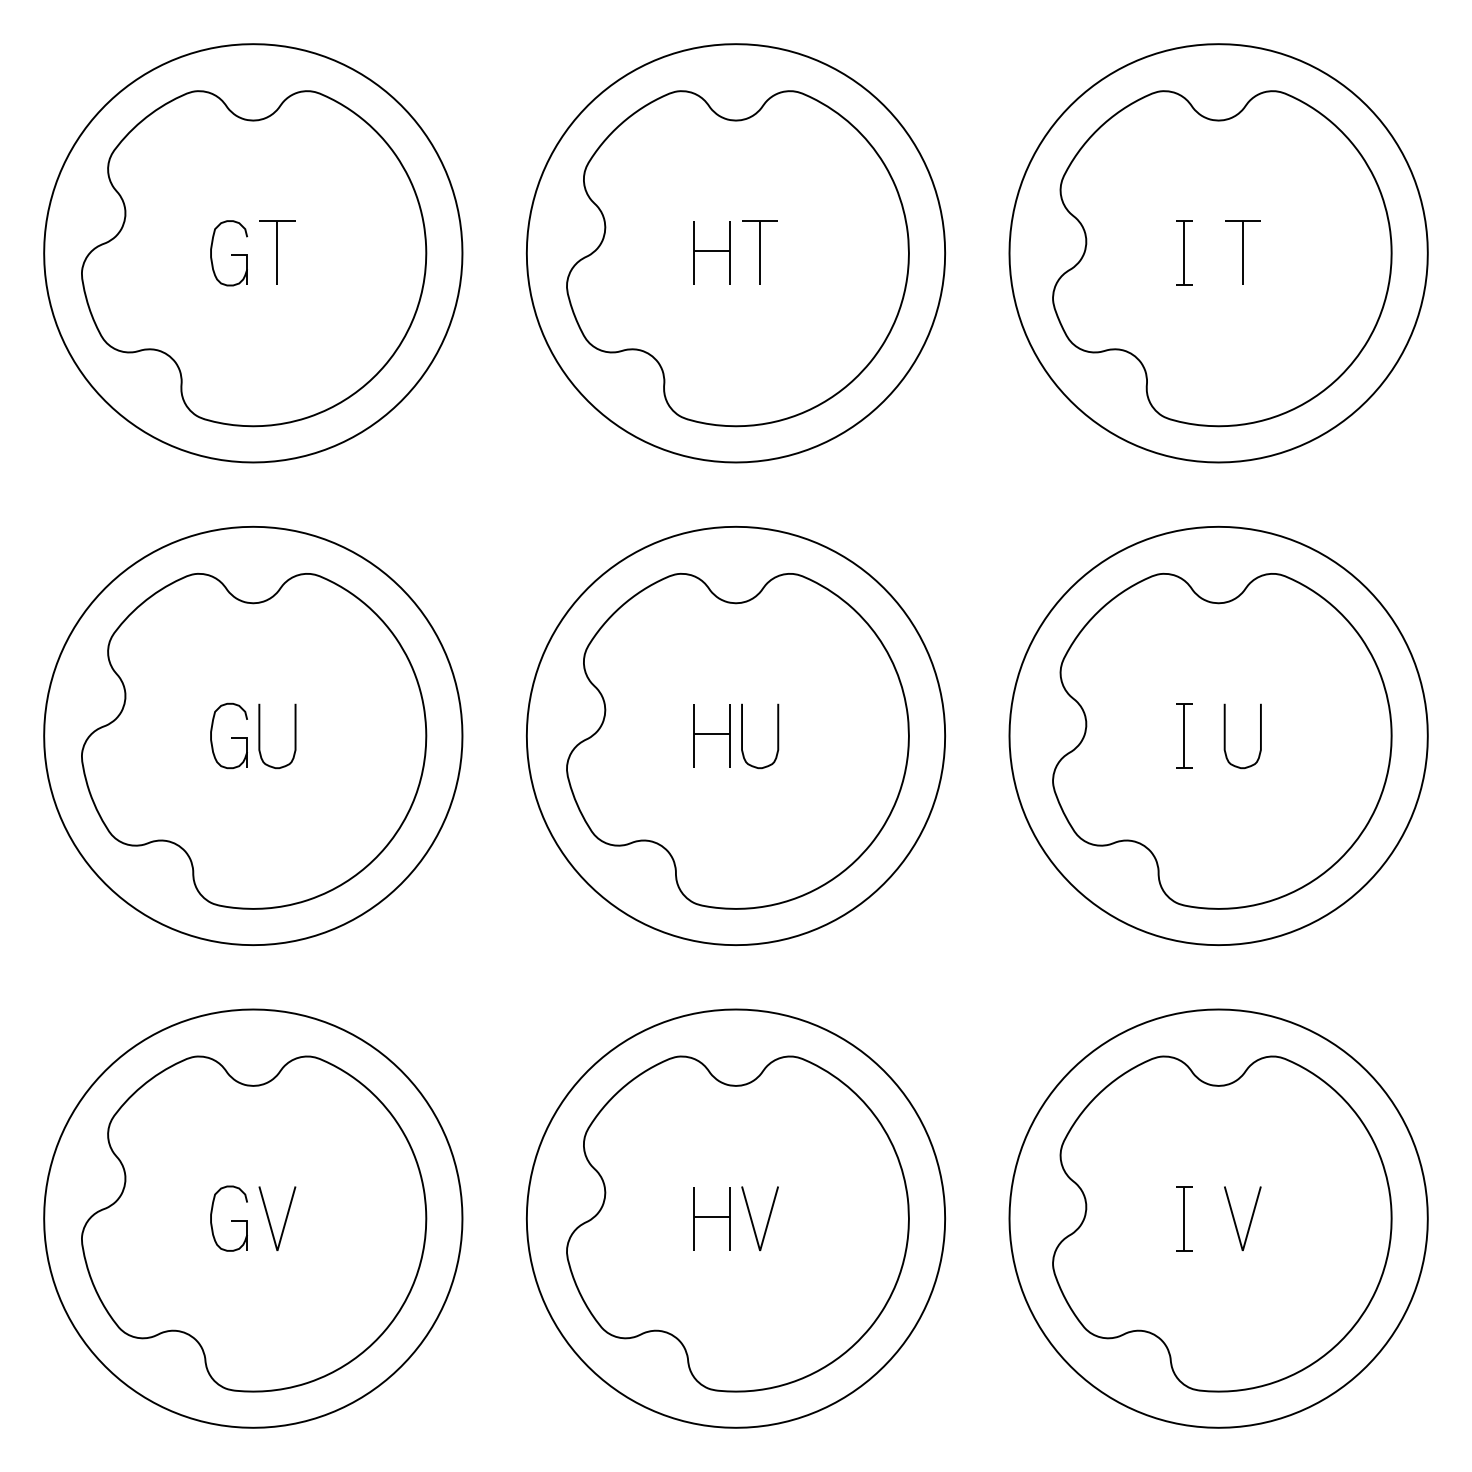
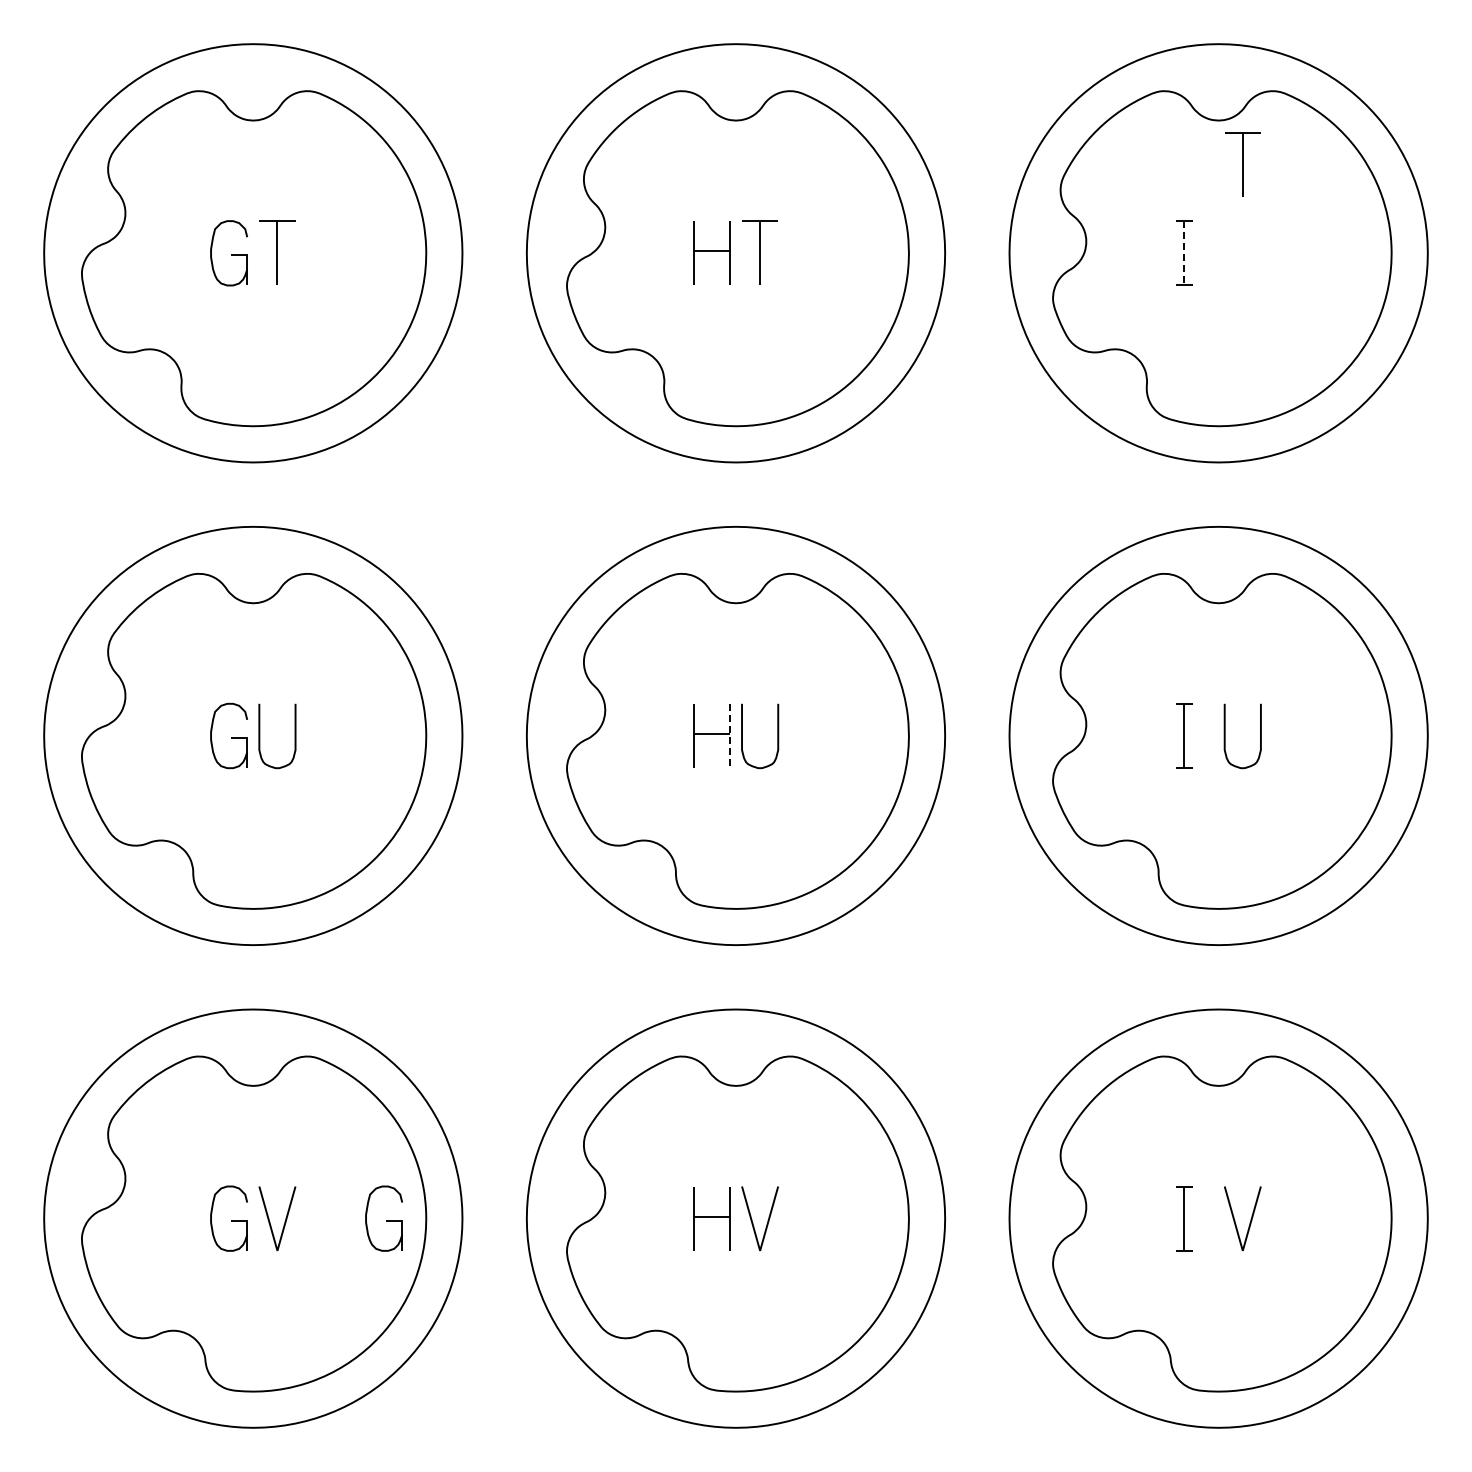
part at (1242, 252) position: (1242, 252) -> (1242, 164)
line at (1184, 253): solid -> dashed
line at (729, 736): solid -> dashed
part at (383, 1218): none -> present
